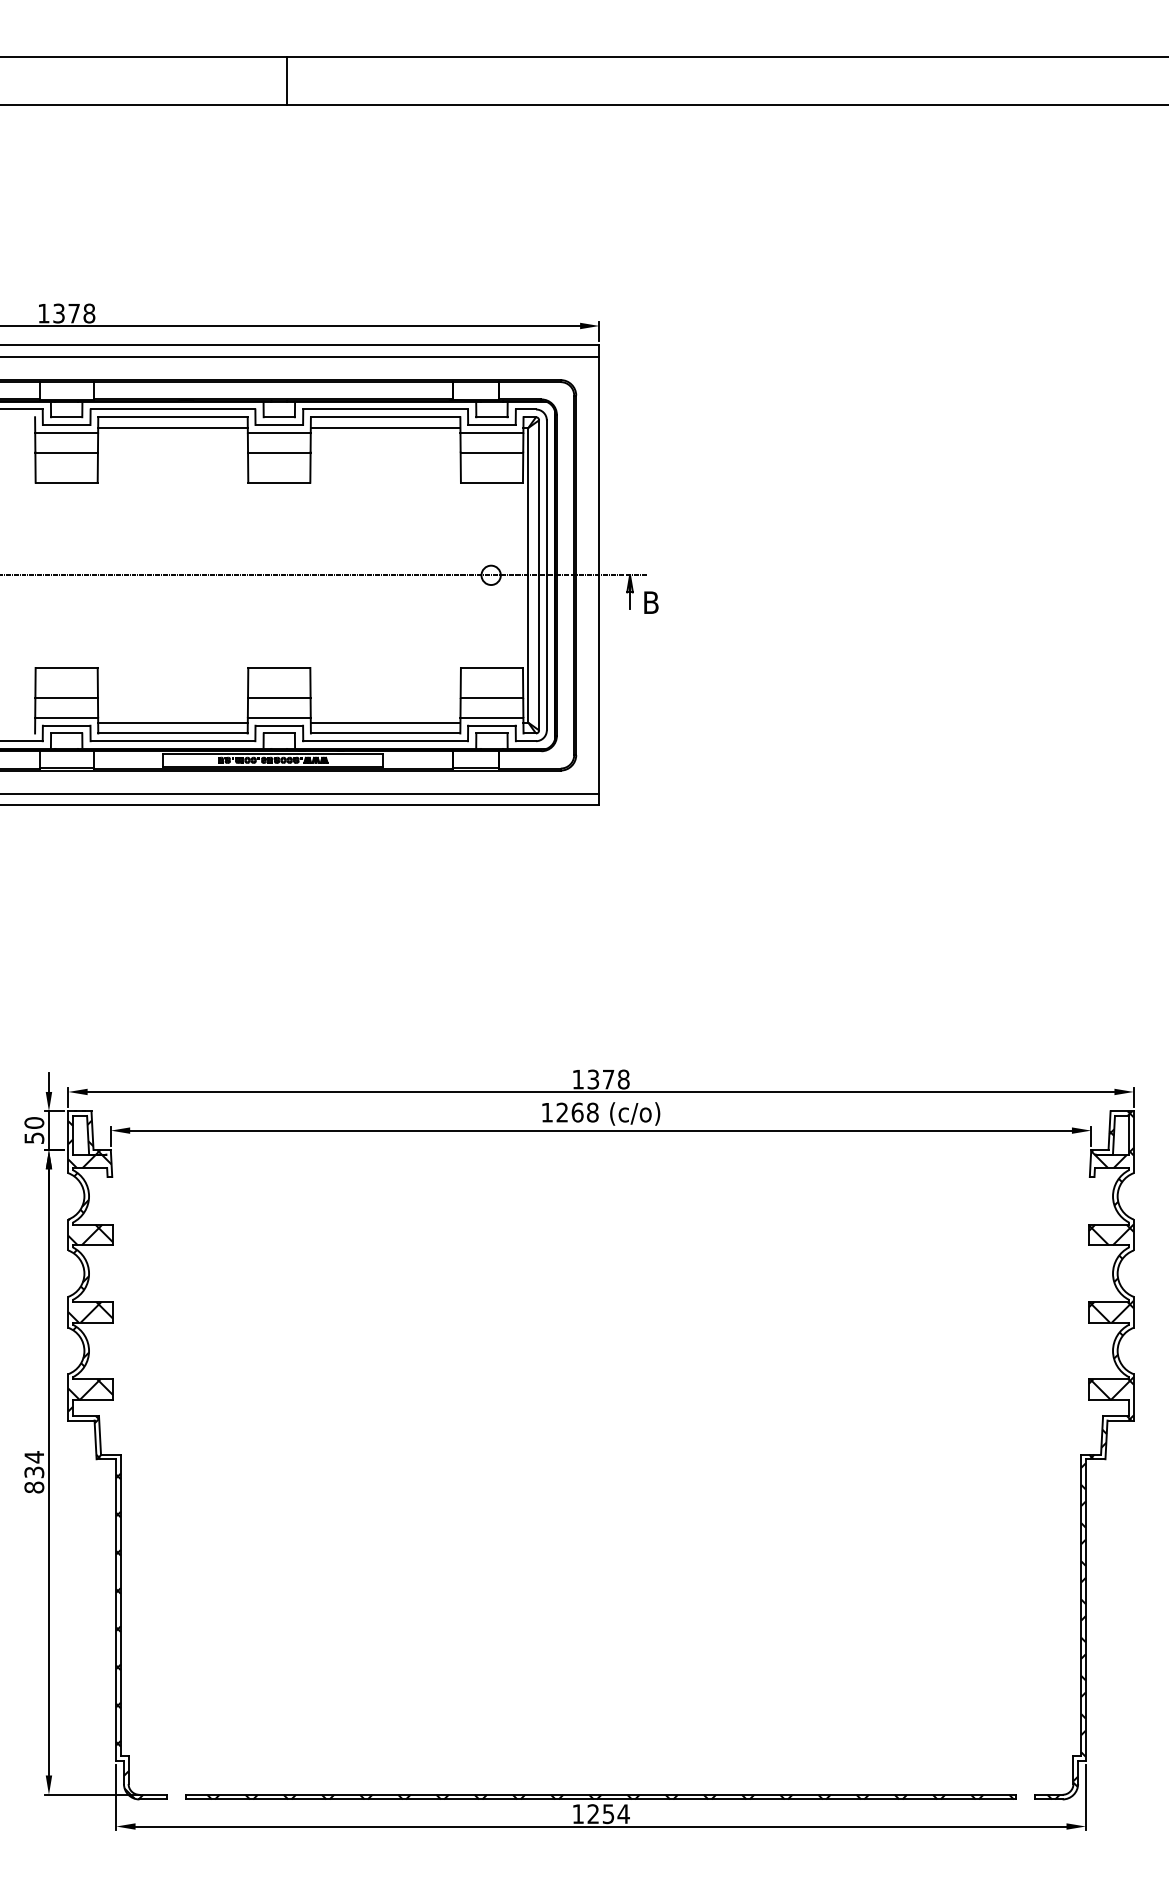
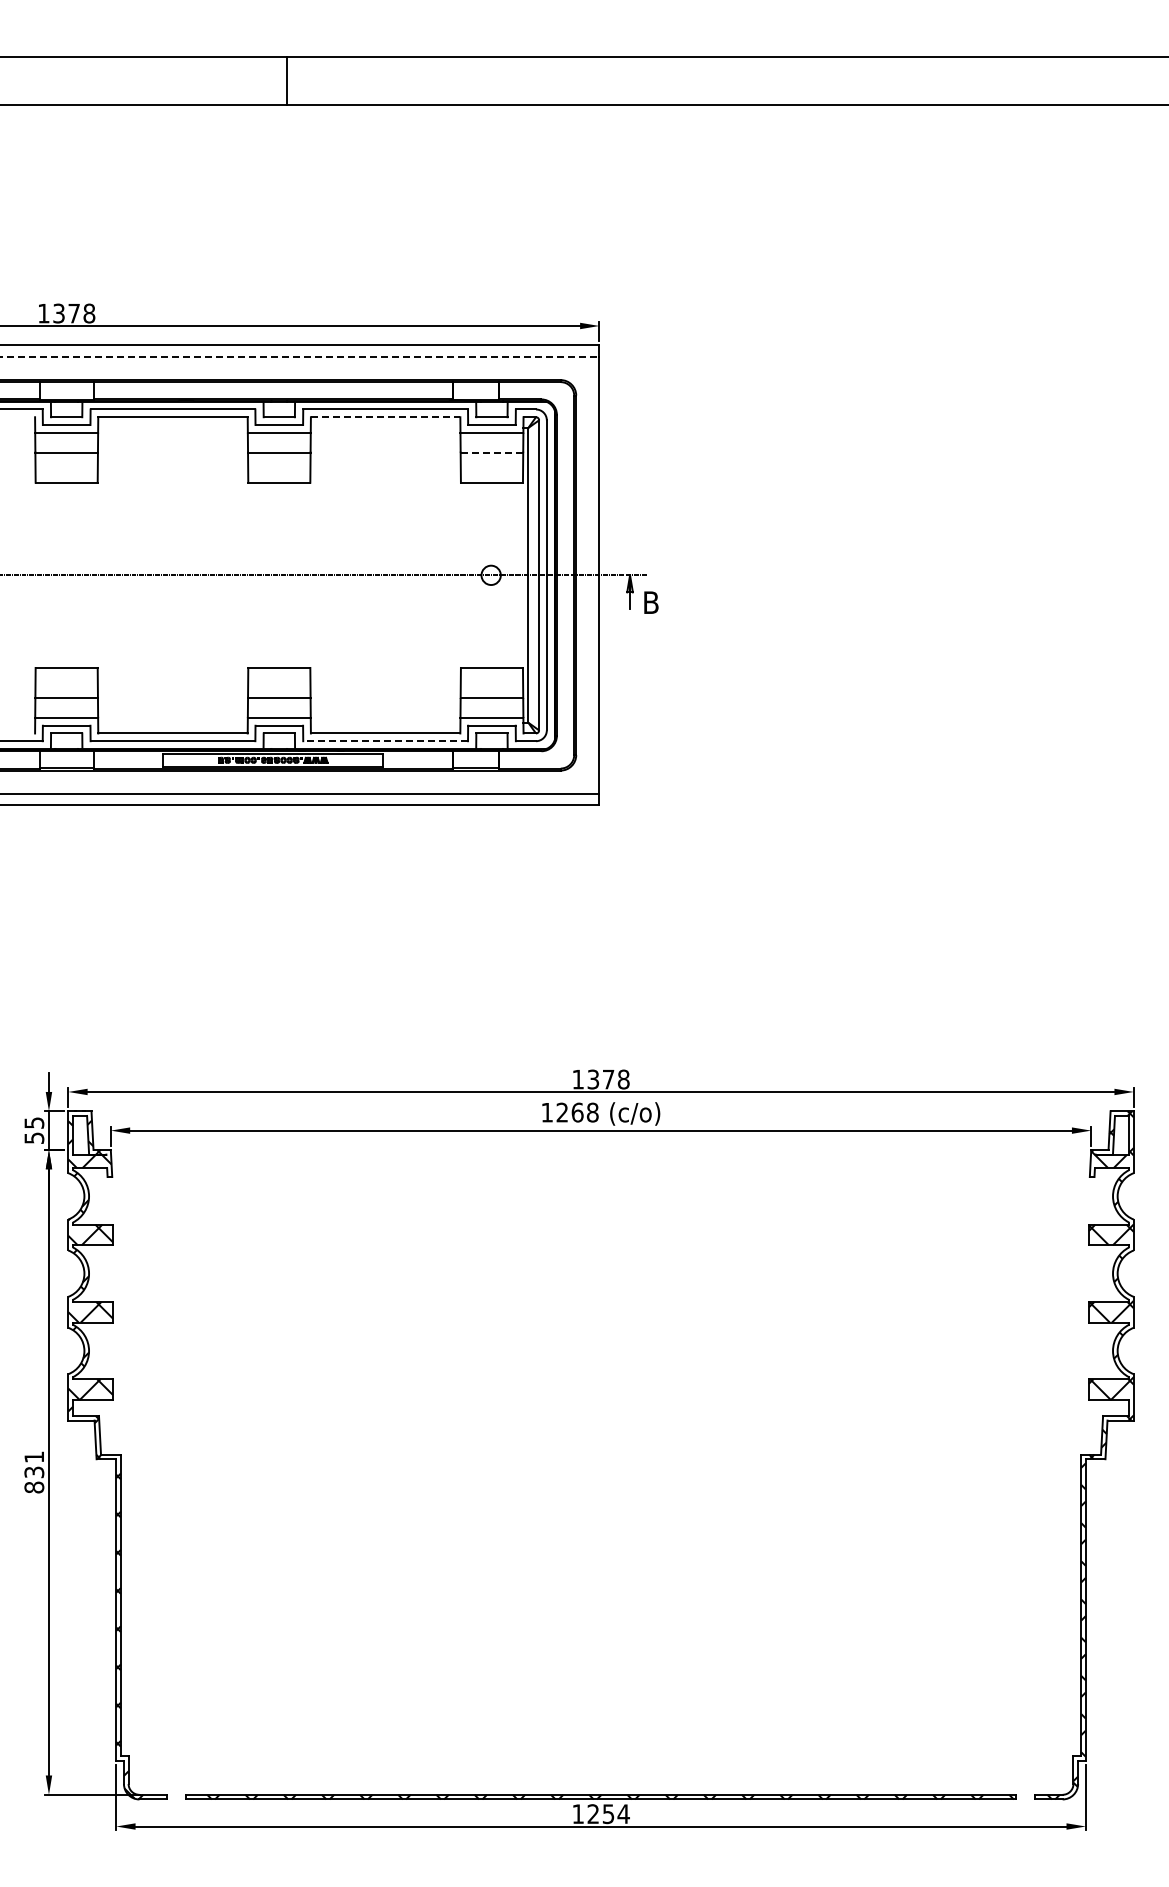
line at (300, 356): solid -> dashed
line at (385, 417): solid -> dashed
line at (172, 428): present -> none
line at (385, 428): present -> none
line at (492, 452): solid -> dashed
line at (172, 722): present -> none
line at (385, 722): present -> none
line at (385, 741): solid -> dashed
text at (34, 1122): 50 -> 55
text at (33, 1457): 834 -> 831
